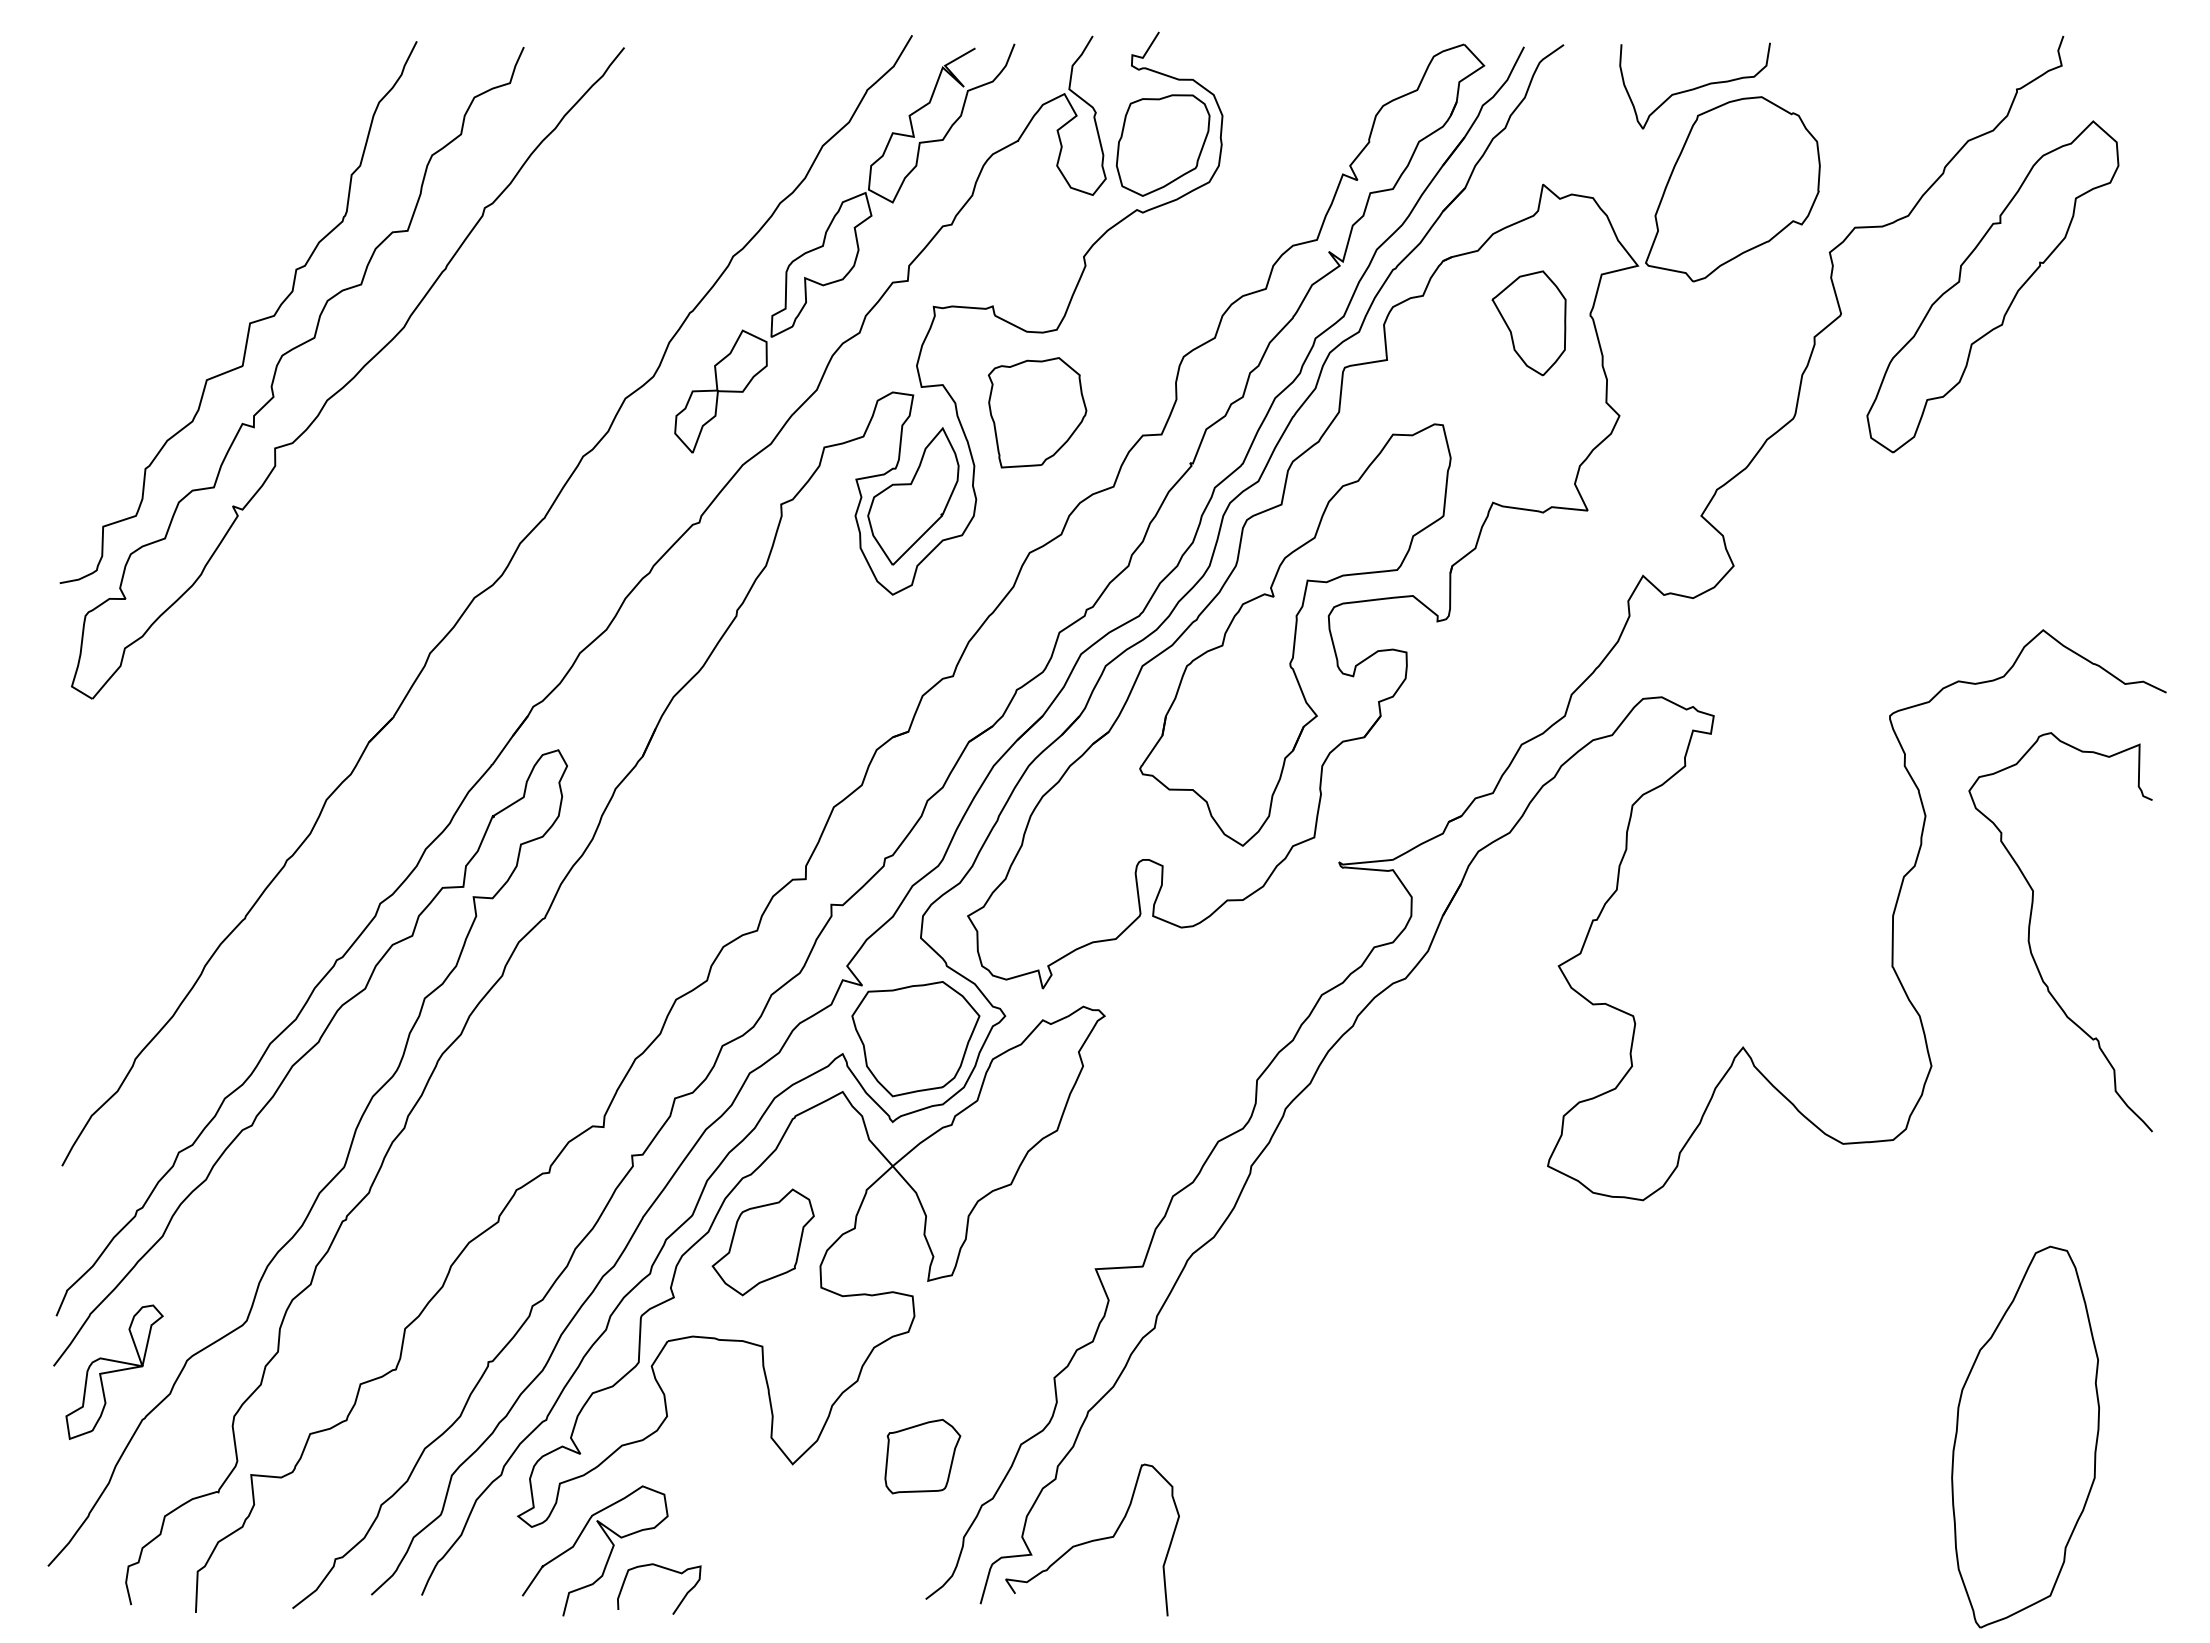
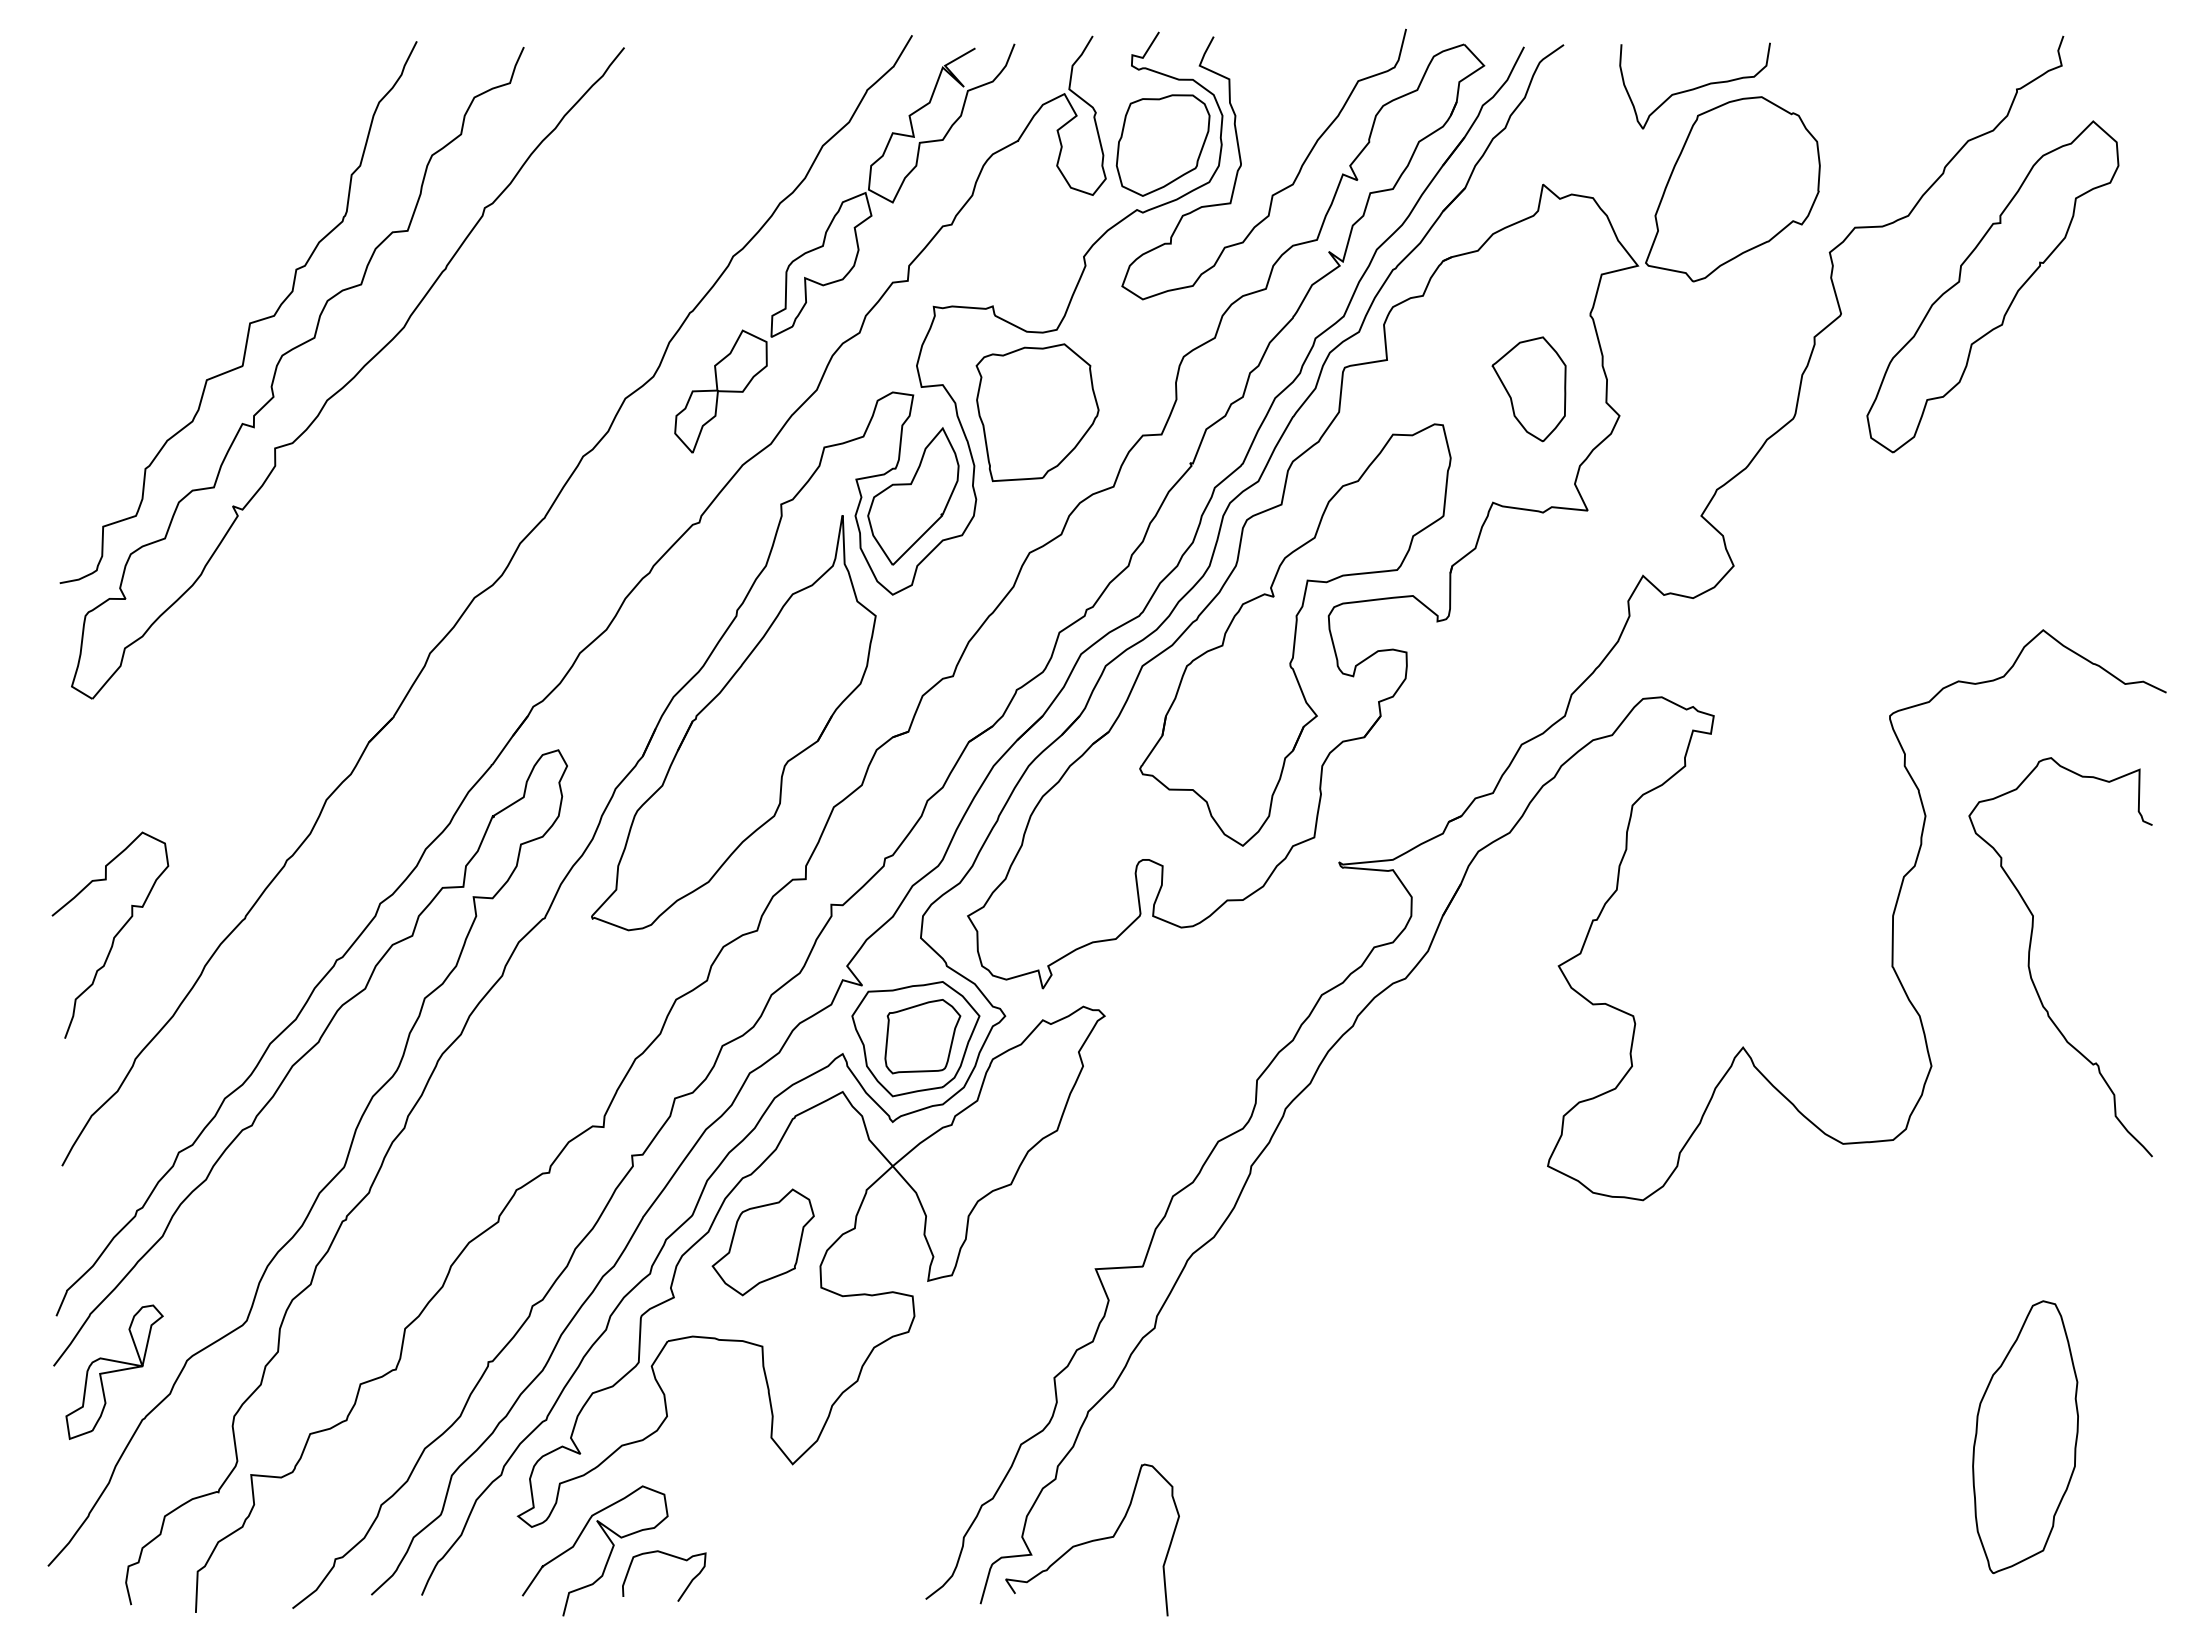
curve at (1241, 164): none -> present
part at (1528, 323) position: (1528, 323) -> (1528, 389)
part at (1037, 412) size: 101x112 px -> 125x140 px
part at (733, 723): none -> present
curve at (2030, 927) position: (2030, 927) -> (2030, 952)
curve at (114, 935): none -> present
part at (2025, 1436) size: 149x384 px -> 107x275 px
part at (922, 1456) position: (922, 1456) -> (922, 1036)
curve at (665, 1569) position: (665, 1569) -> (670, 1556)
